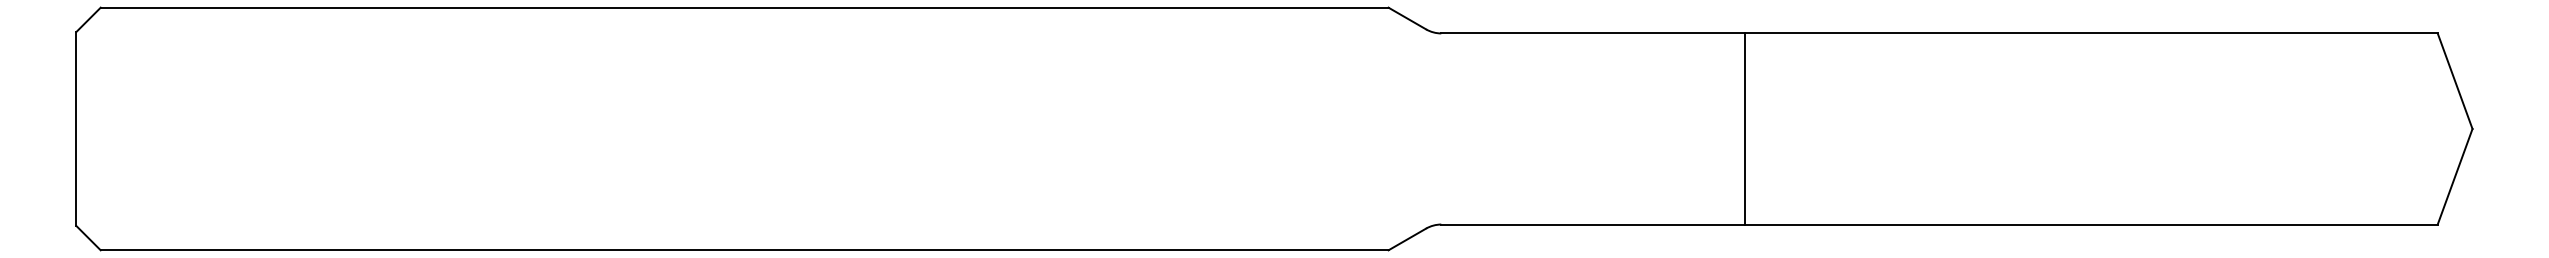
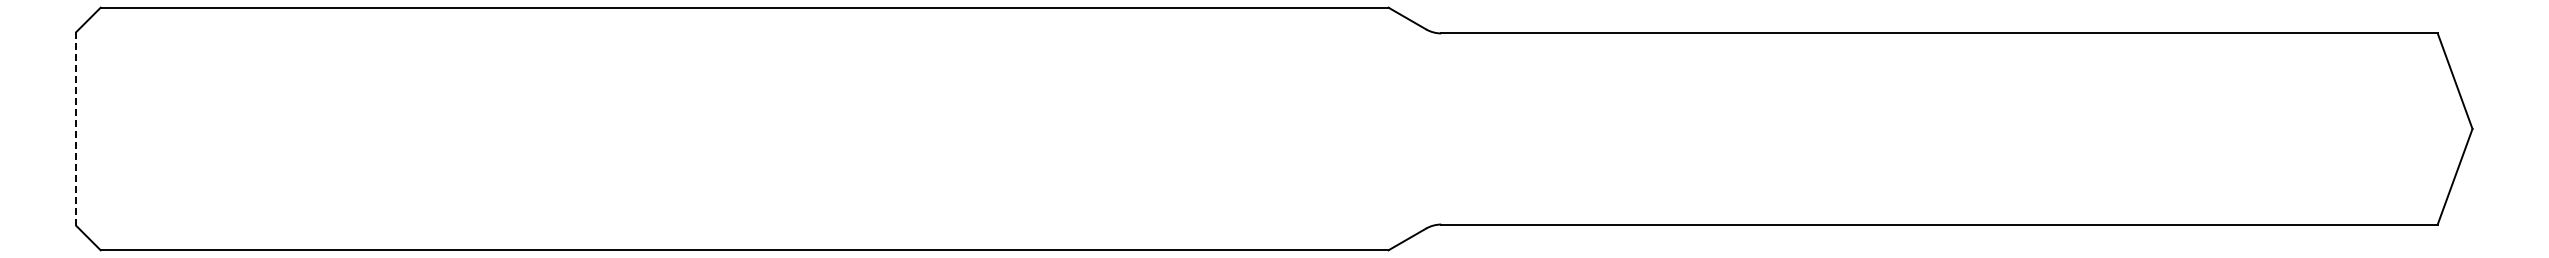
line at (1744, 128): present -> none
line at (76, 129): solid -> dashed
